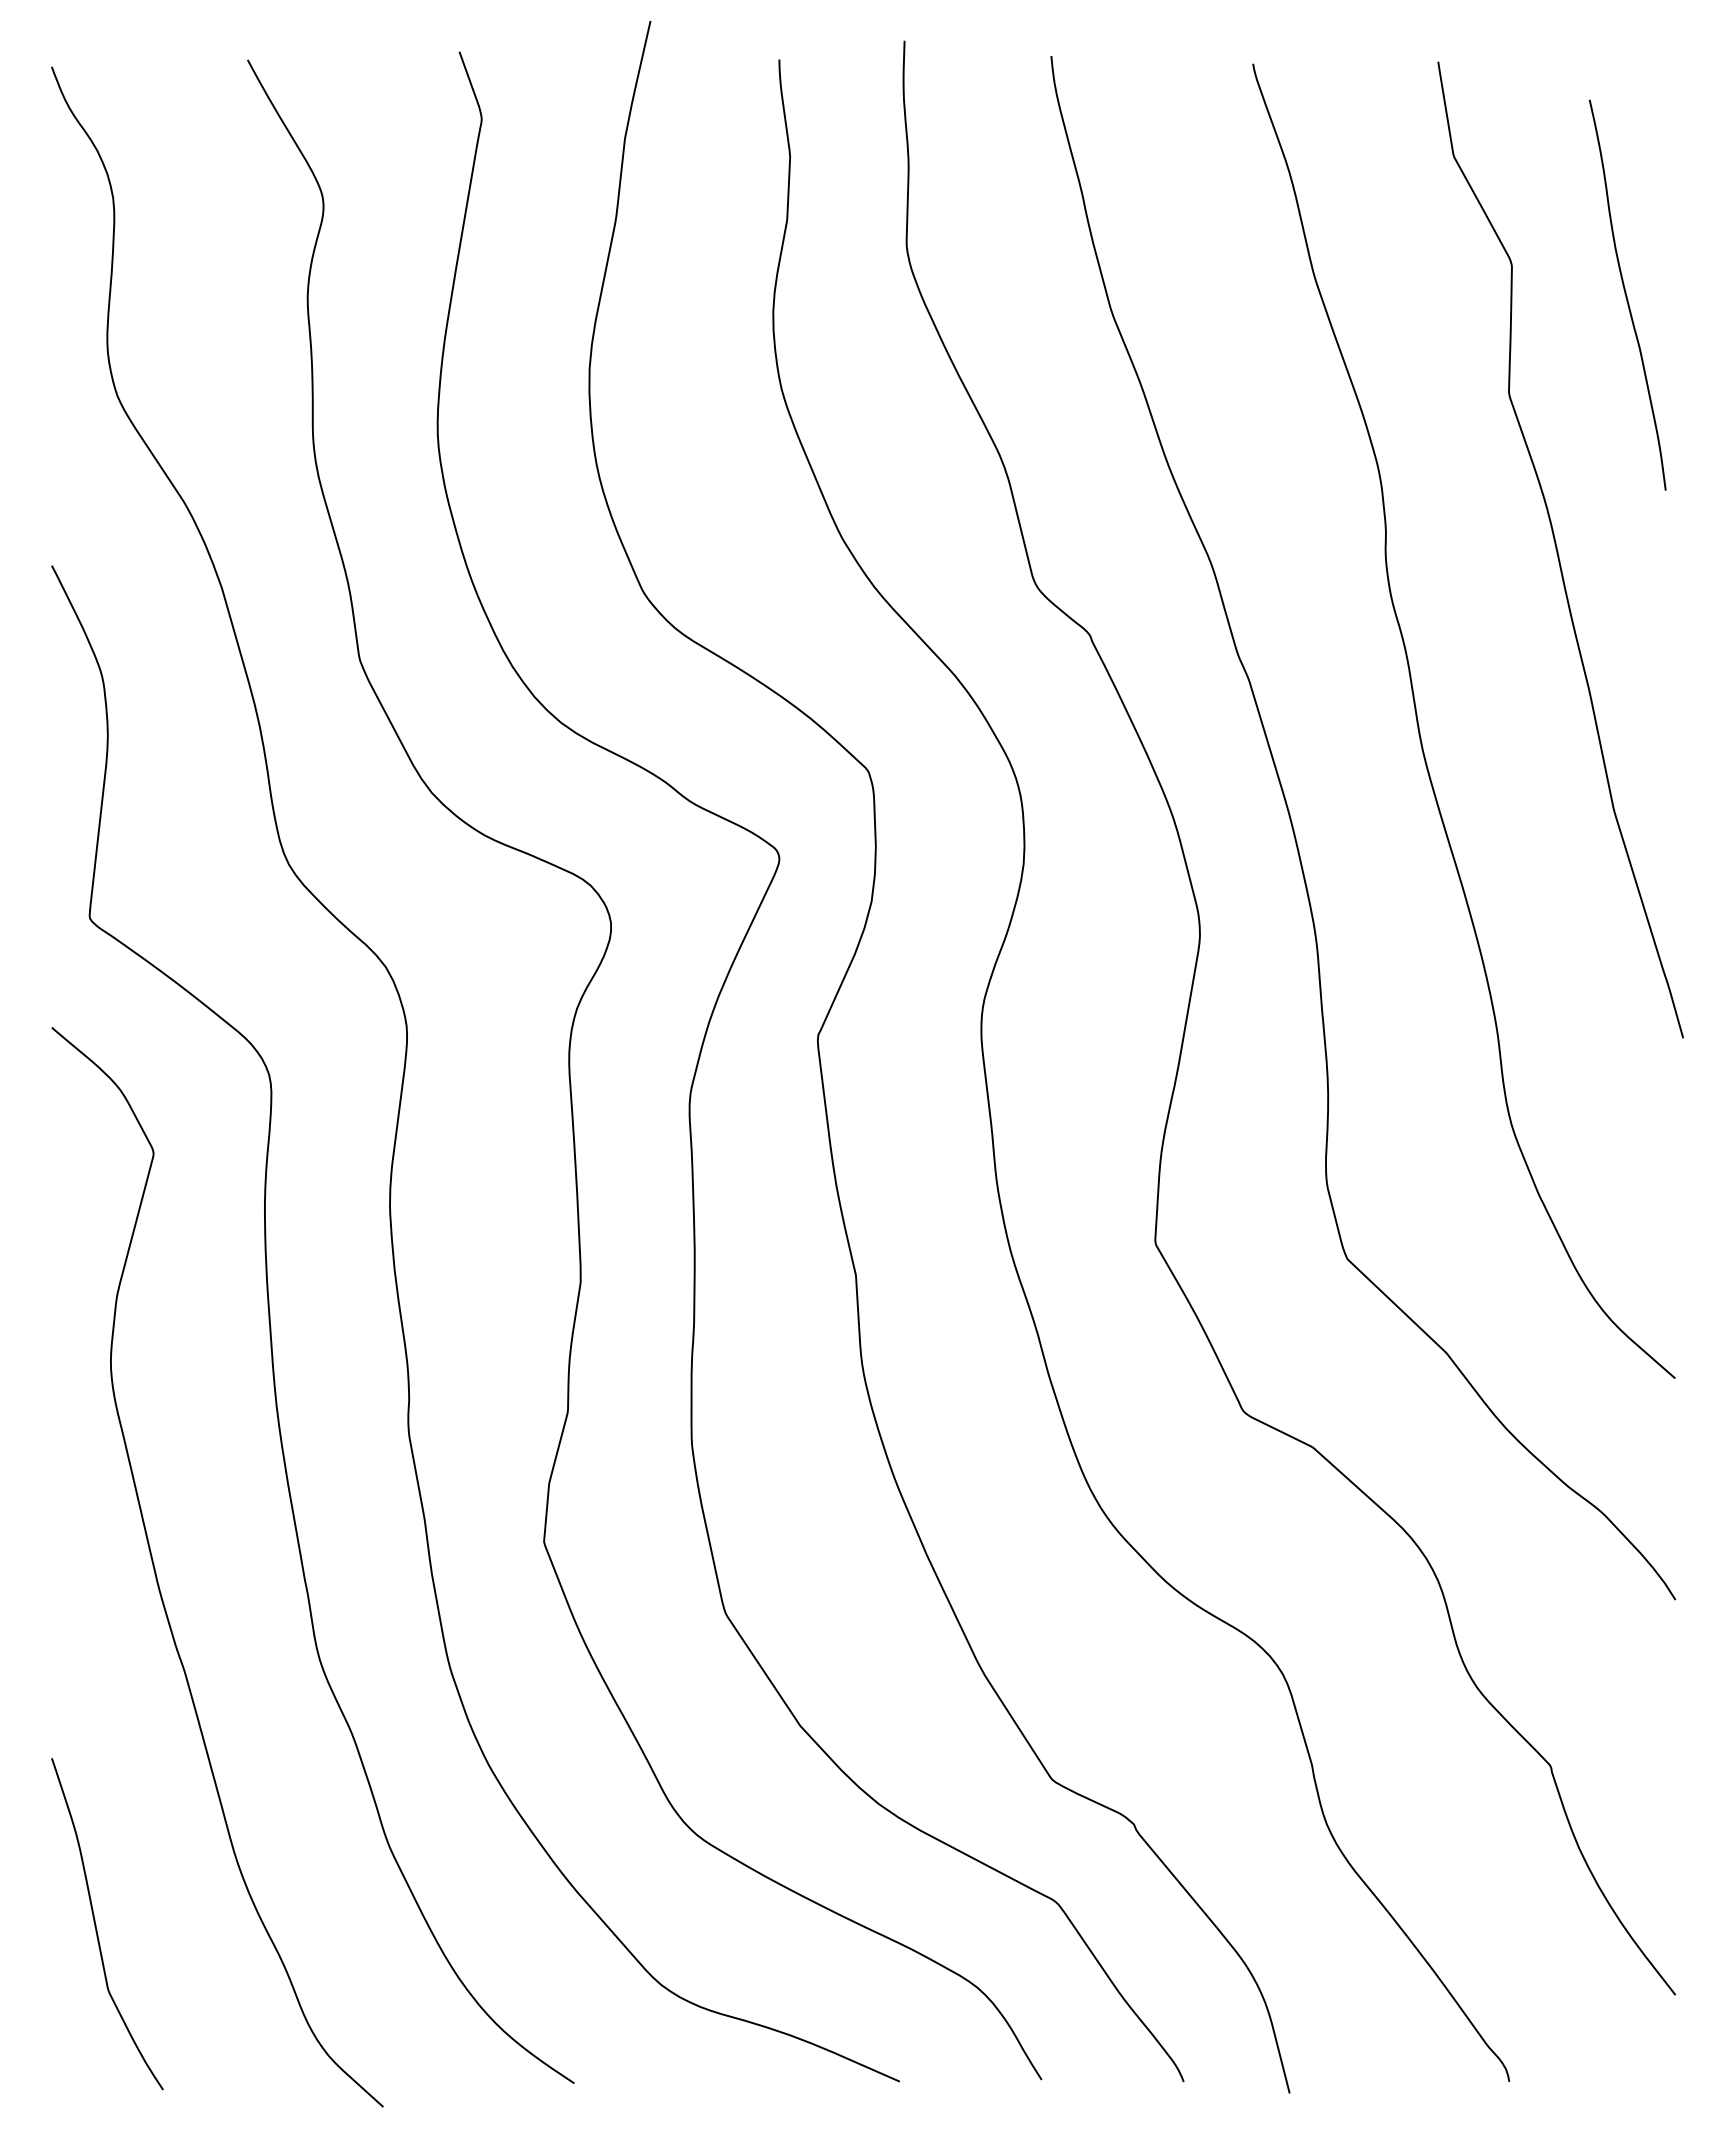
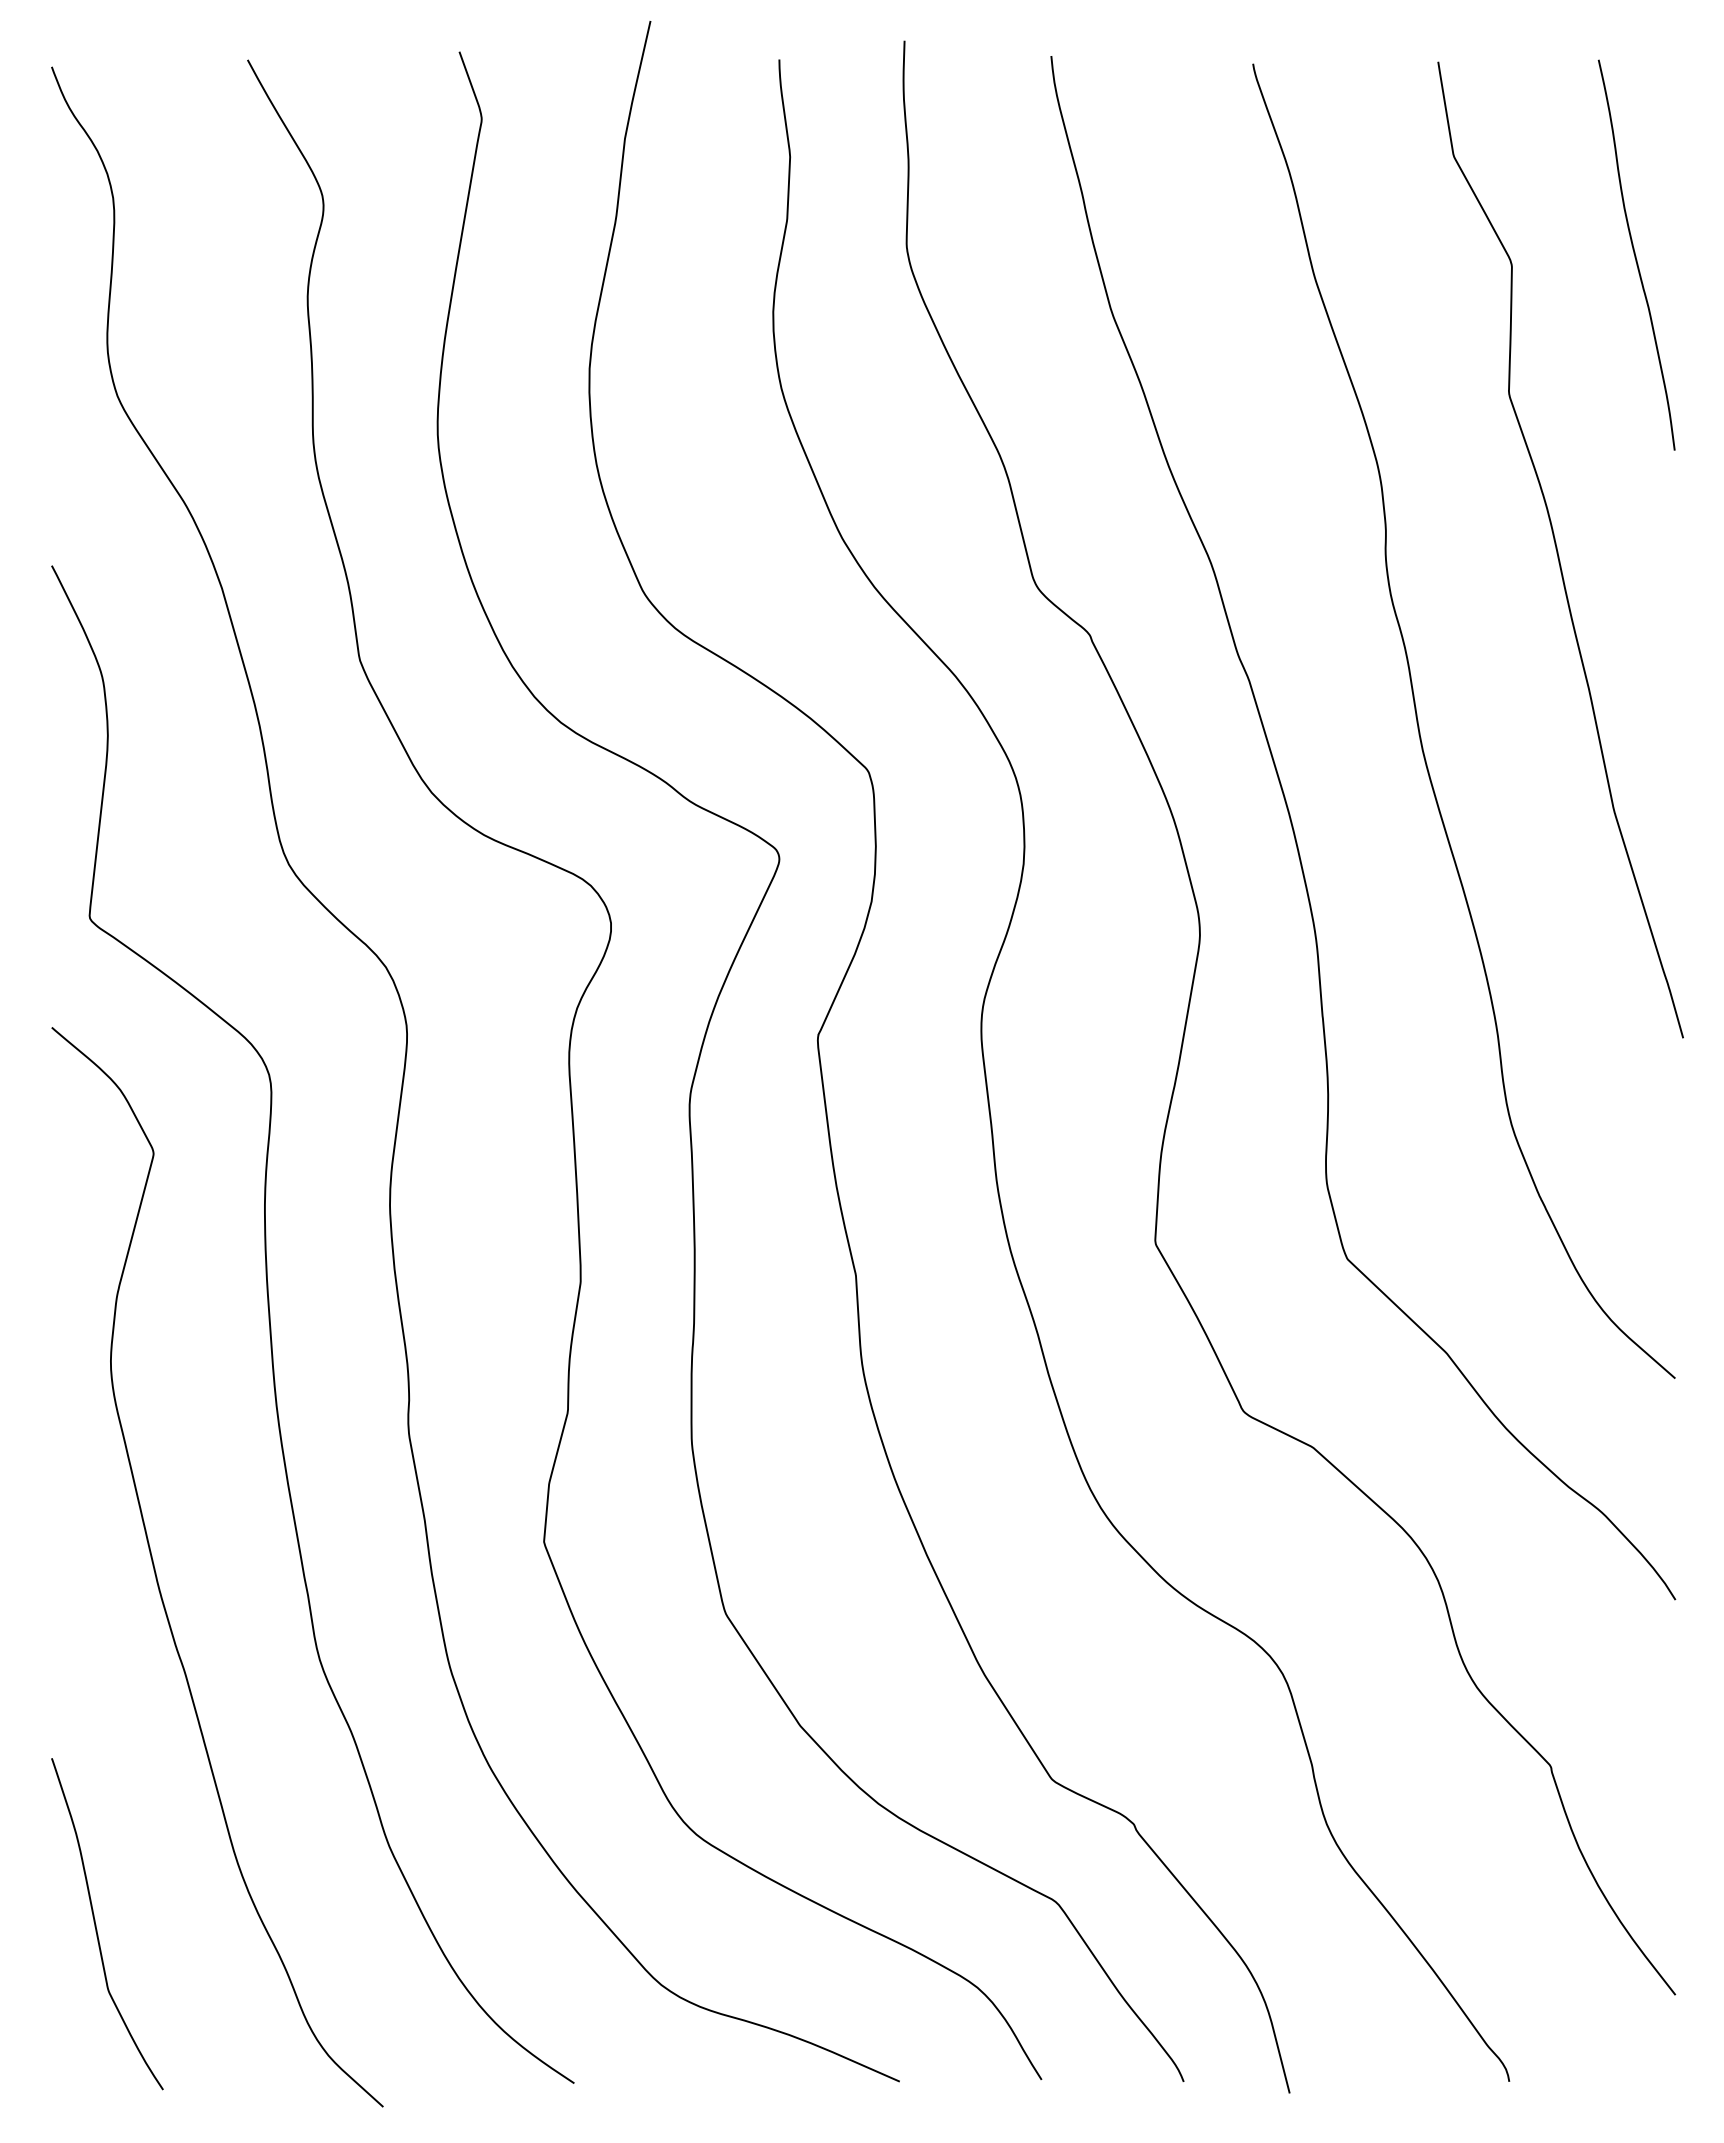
curve at (1626, 294) position: (1626, 294) -> (1635, 254)
